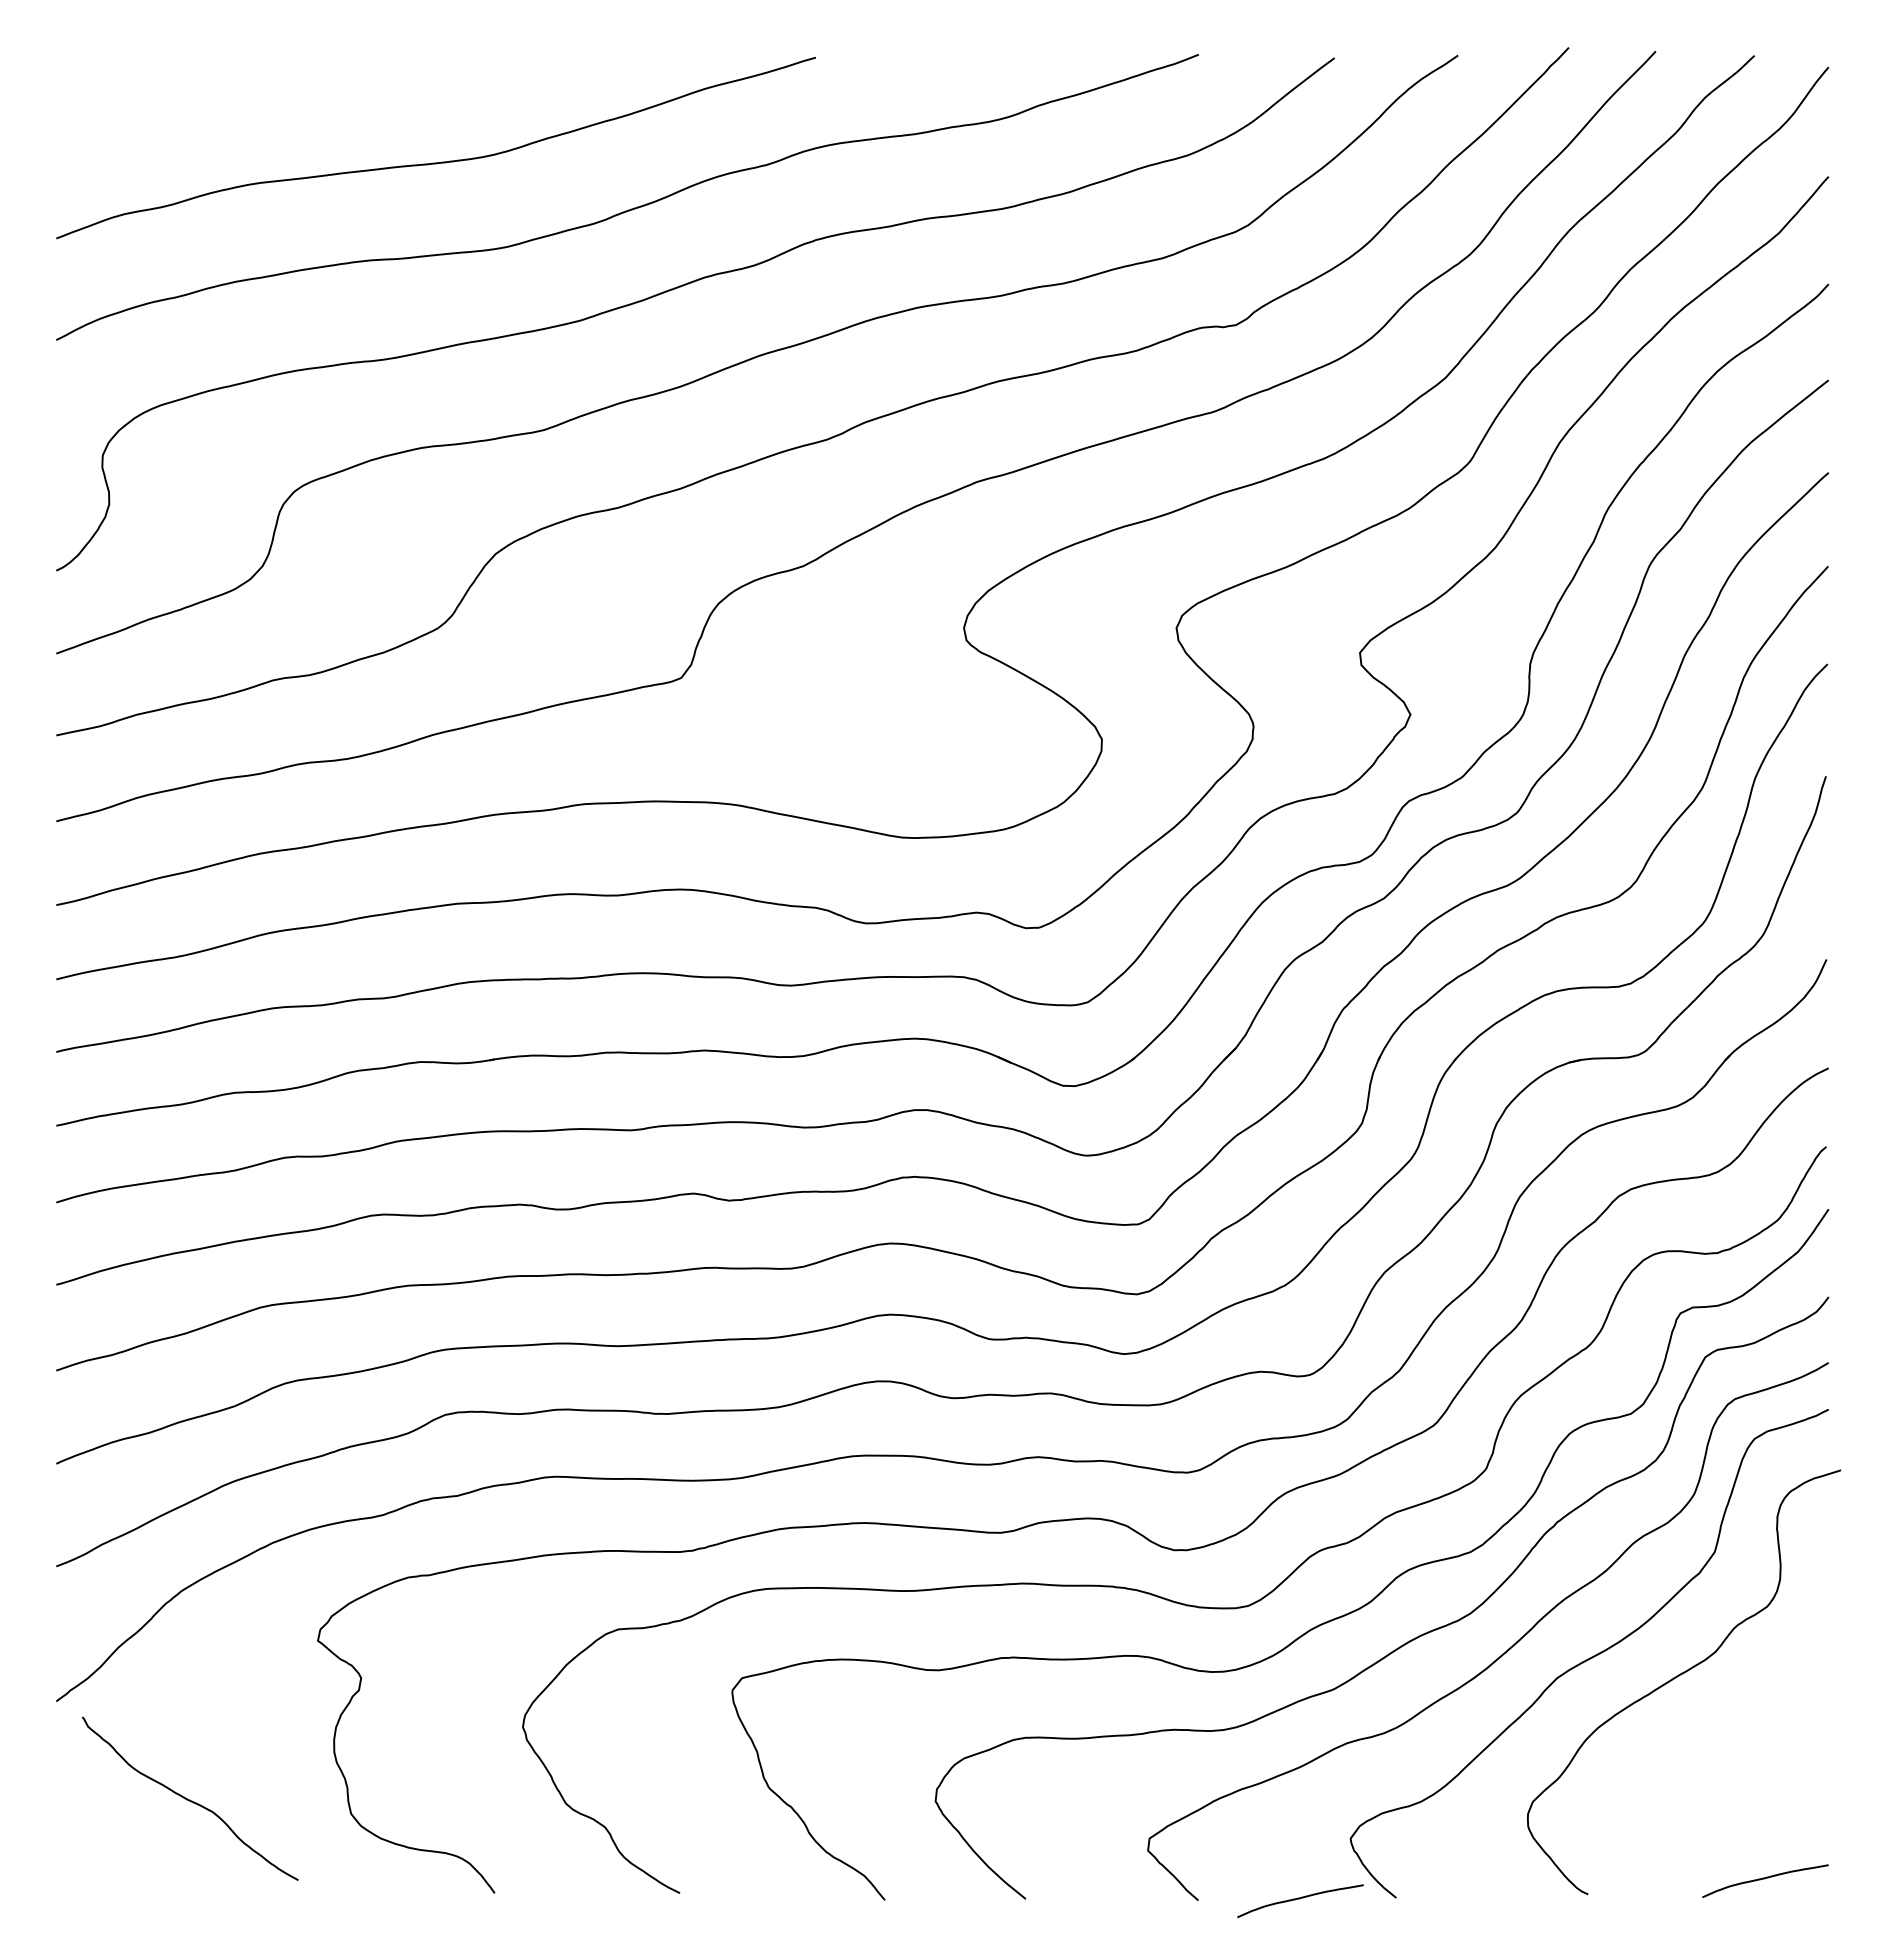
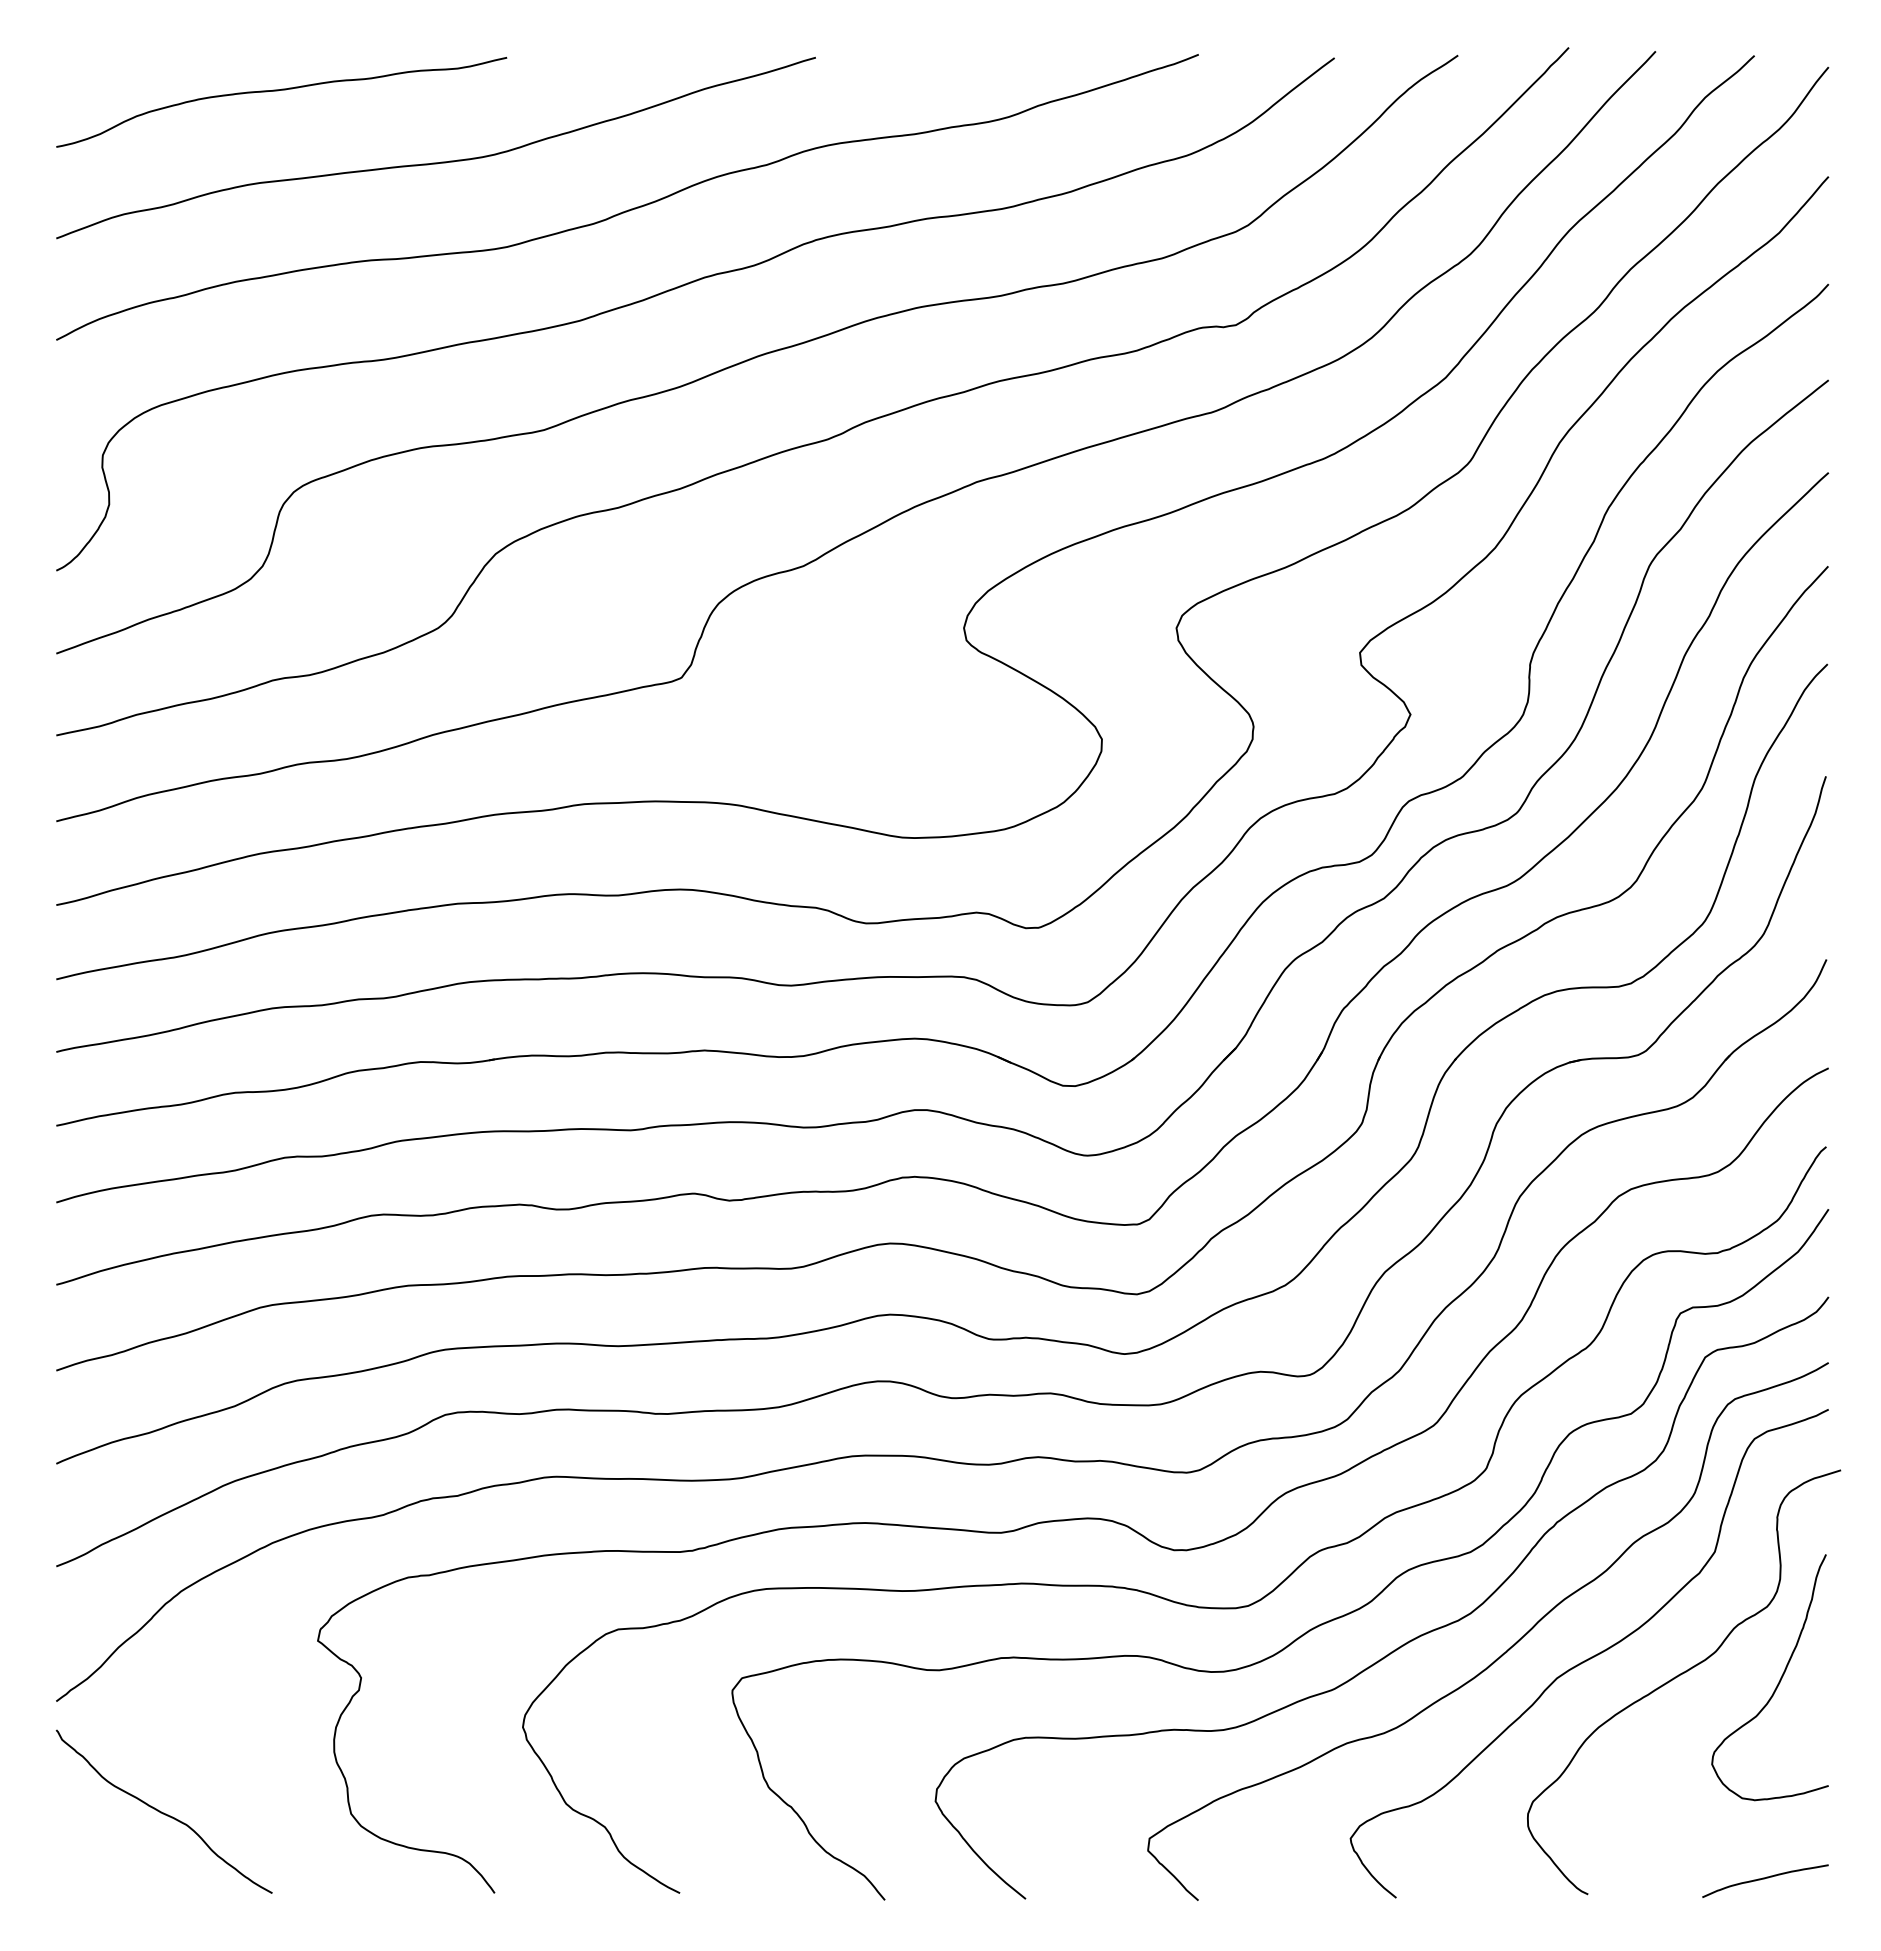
curve at (278, 91): none -> present
curve at (1778, 1681): none -> present
curve at (189, 1799) position: (189, 1799) -> (163, 1812)
curve at (1299, 1899): present -> none
